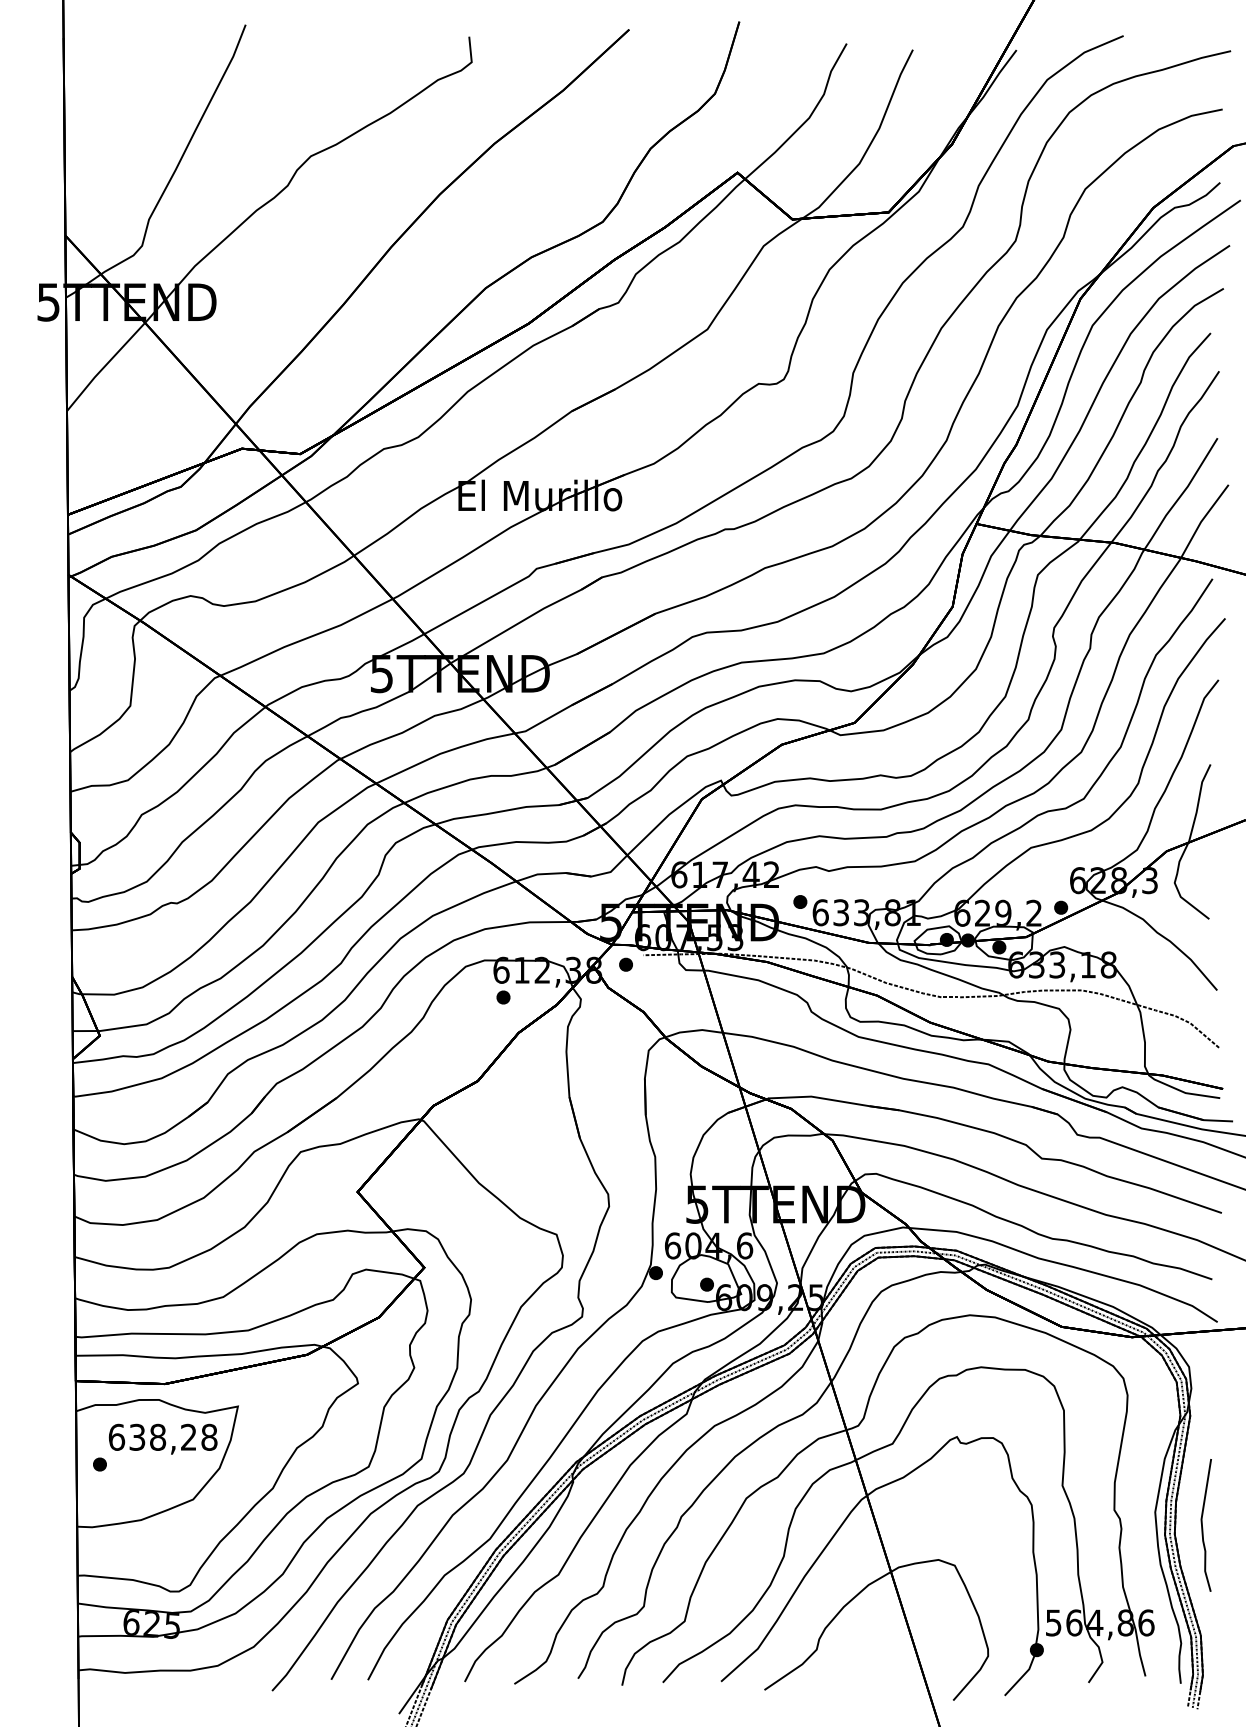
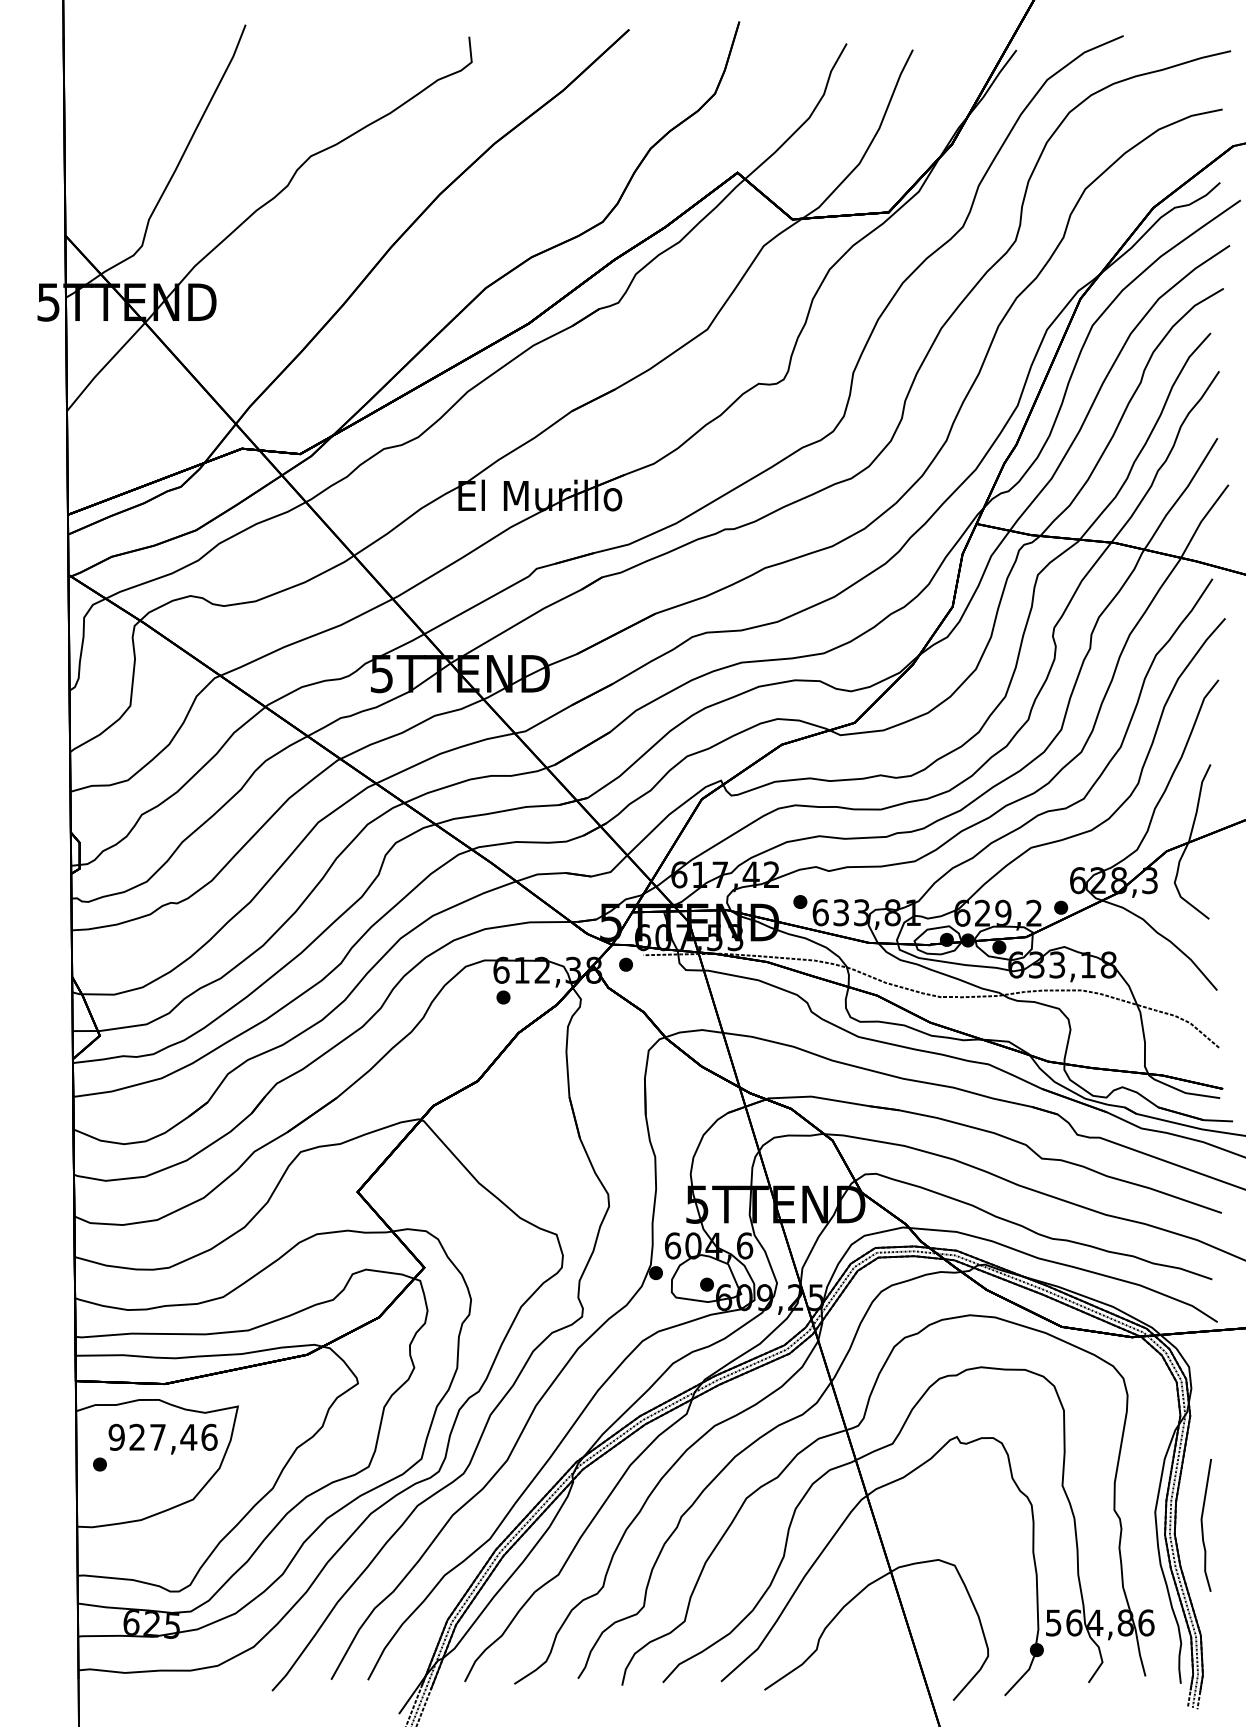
text at (162, 1436): 638,28 -> 927,46
